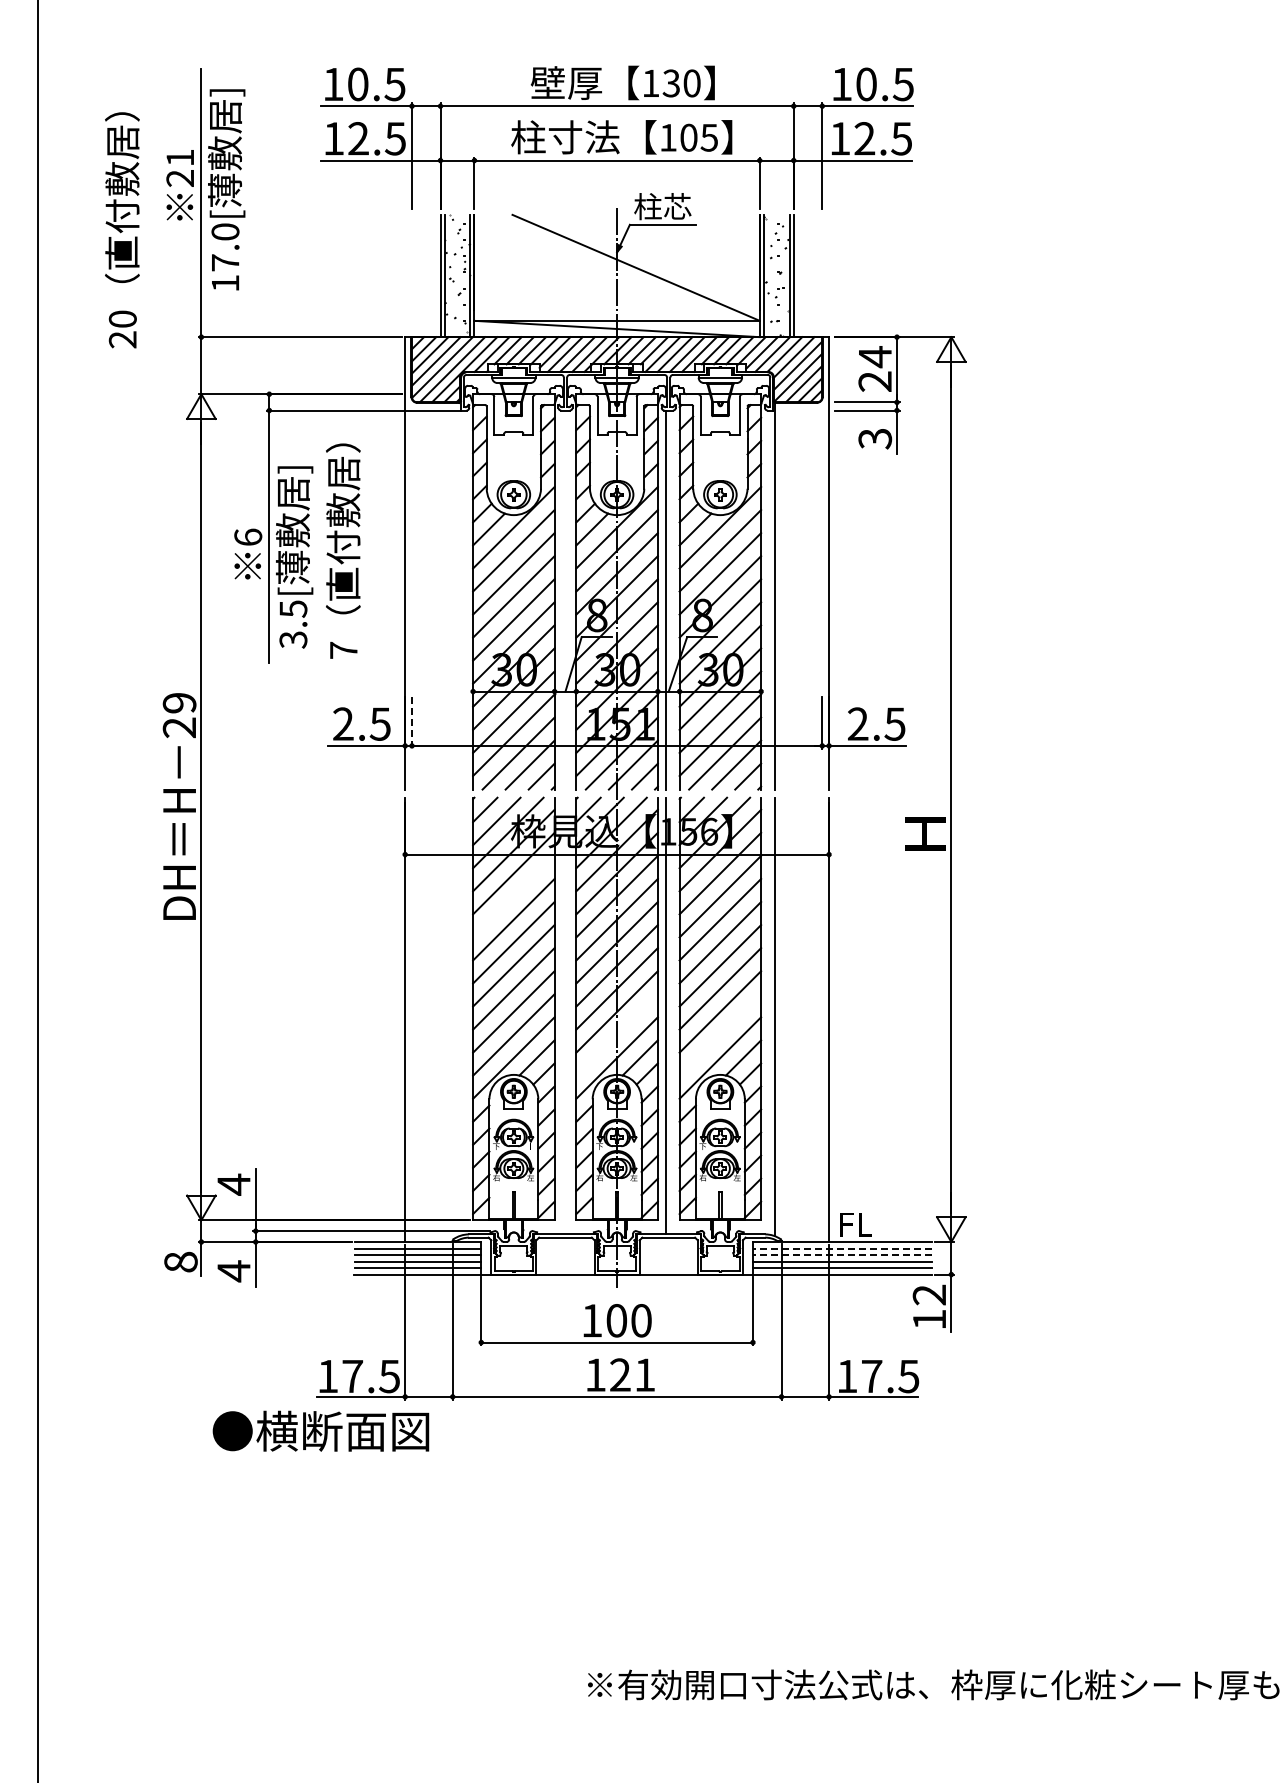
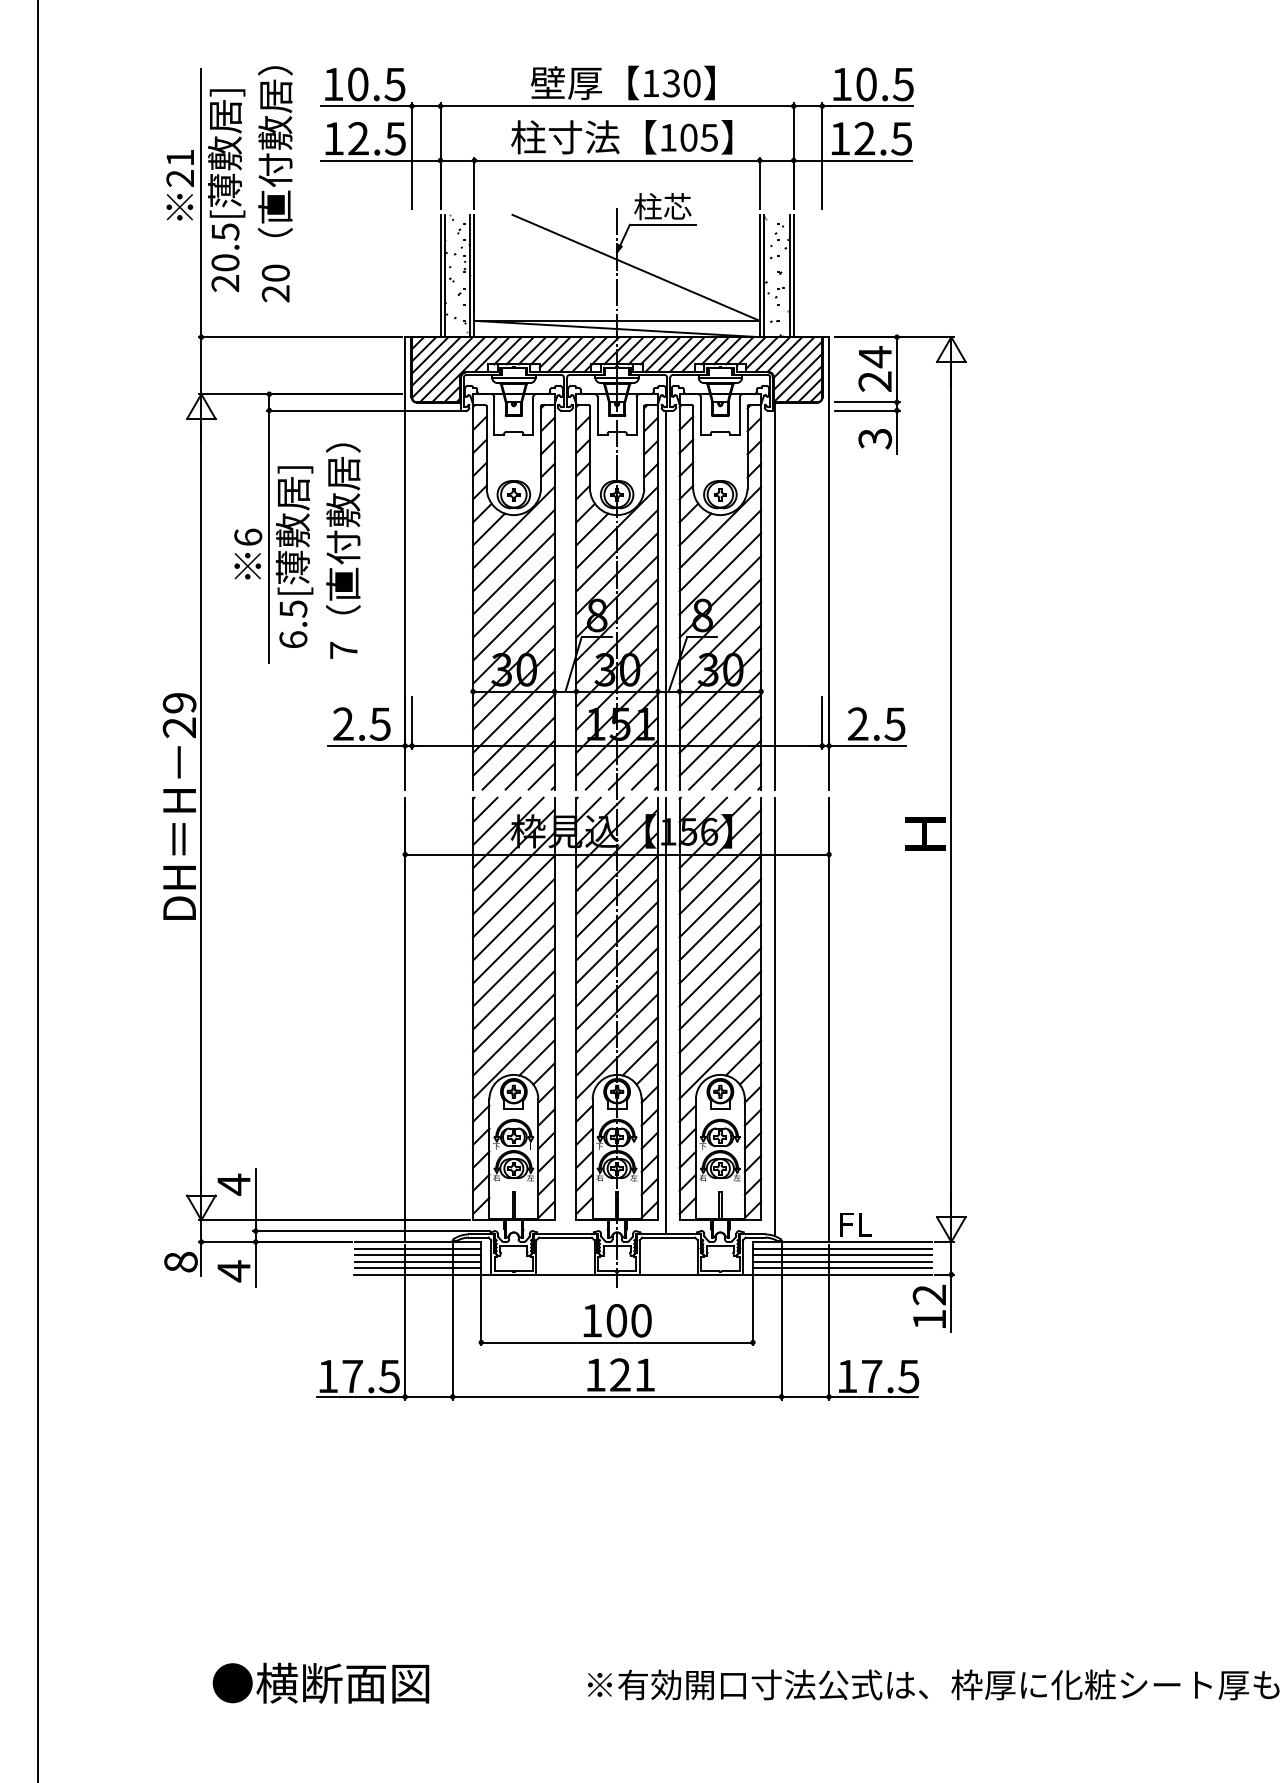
text at (122, 230) position: (122, 230) -> (275, 184)
text at (225, 257): 17.0[ -> 20.5[
text at (293, 639): 3.5[ -> 6.5[
line at (411, 722): dashed -> solid
line at (513, 896): none -> present
line at (616, 1034): none -> present
line at (720, 1034): none -> present
line at (842, 1248): dashed -> solid
line at (842, 1255): dashed -> solid
text at (320, 1430) position: (320, 1430) -> (320, 1682)
